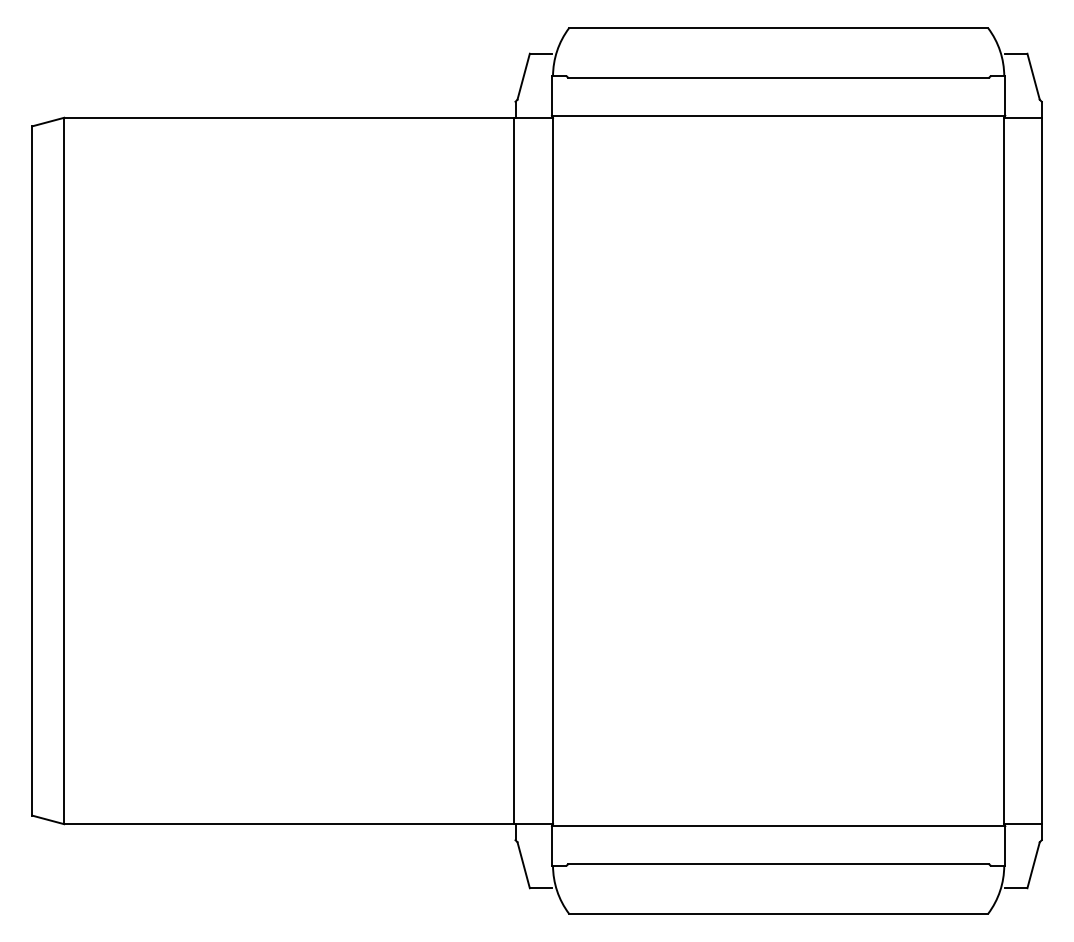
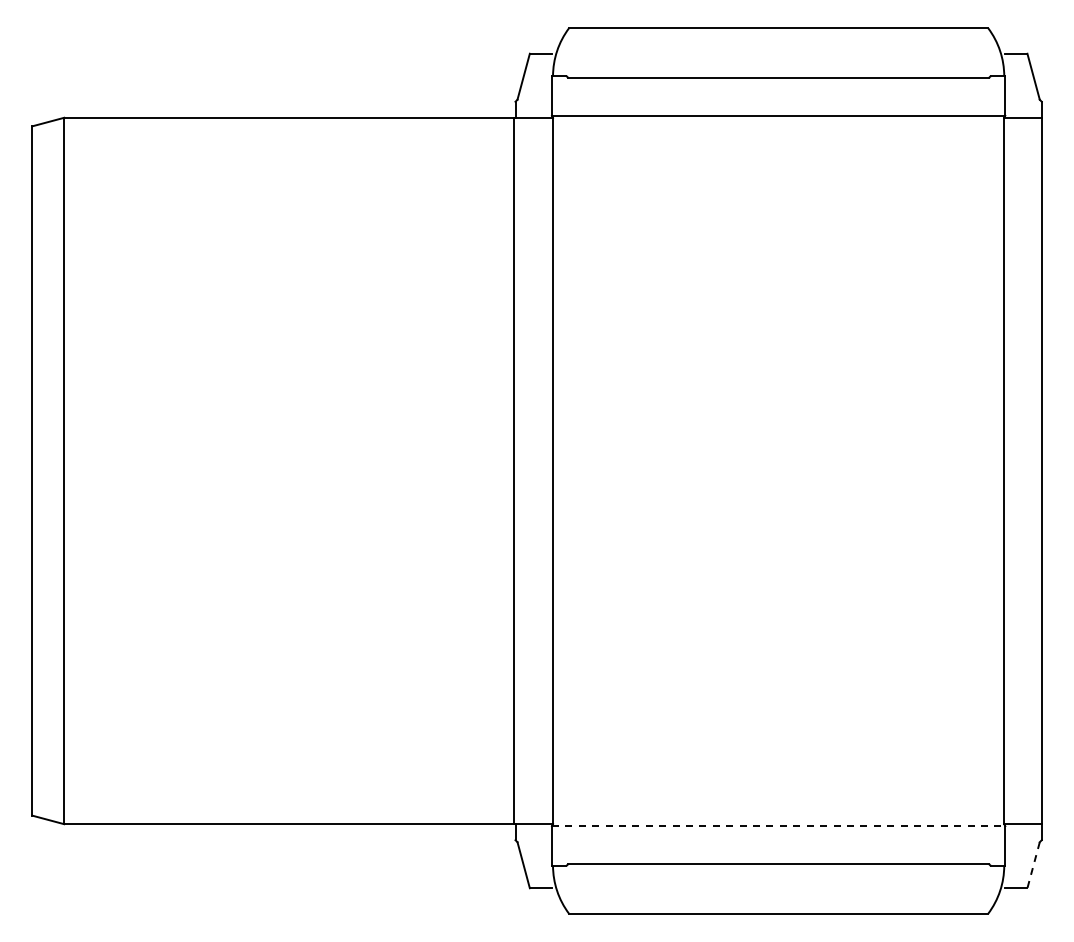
line at (778, 826): solid -> dashed
line at (1033, 865): solid -> dashed
